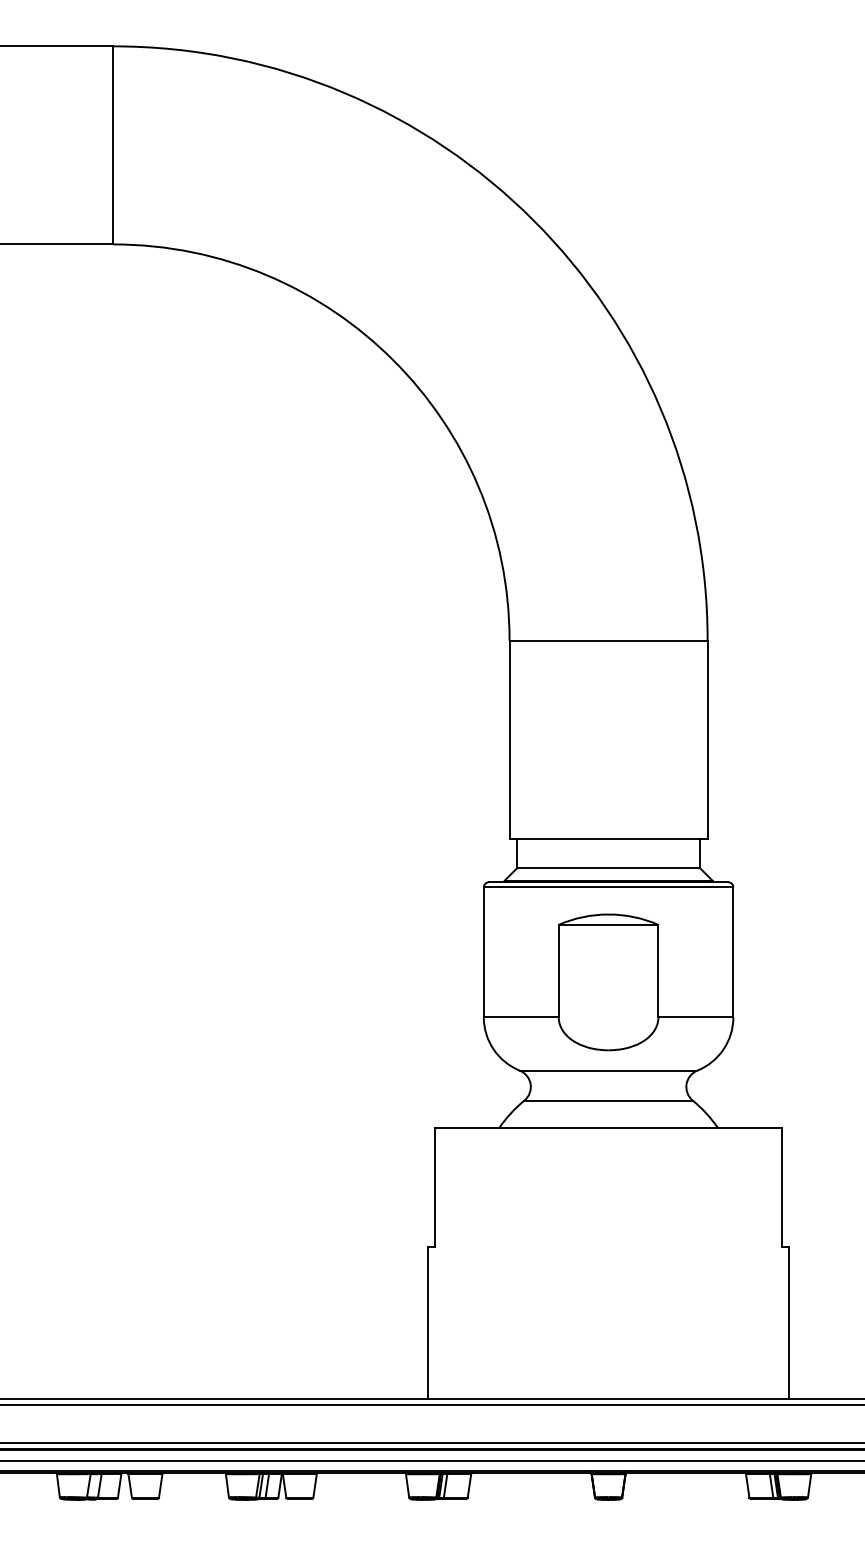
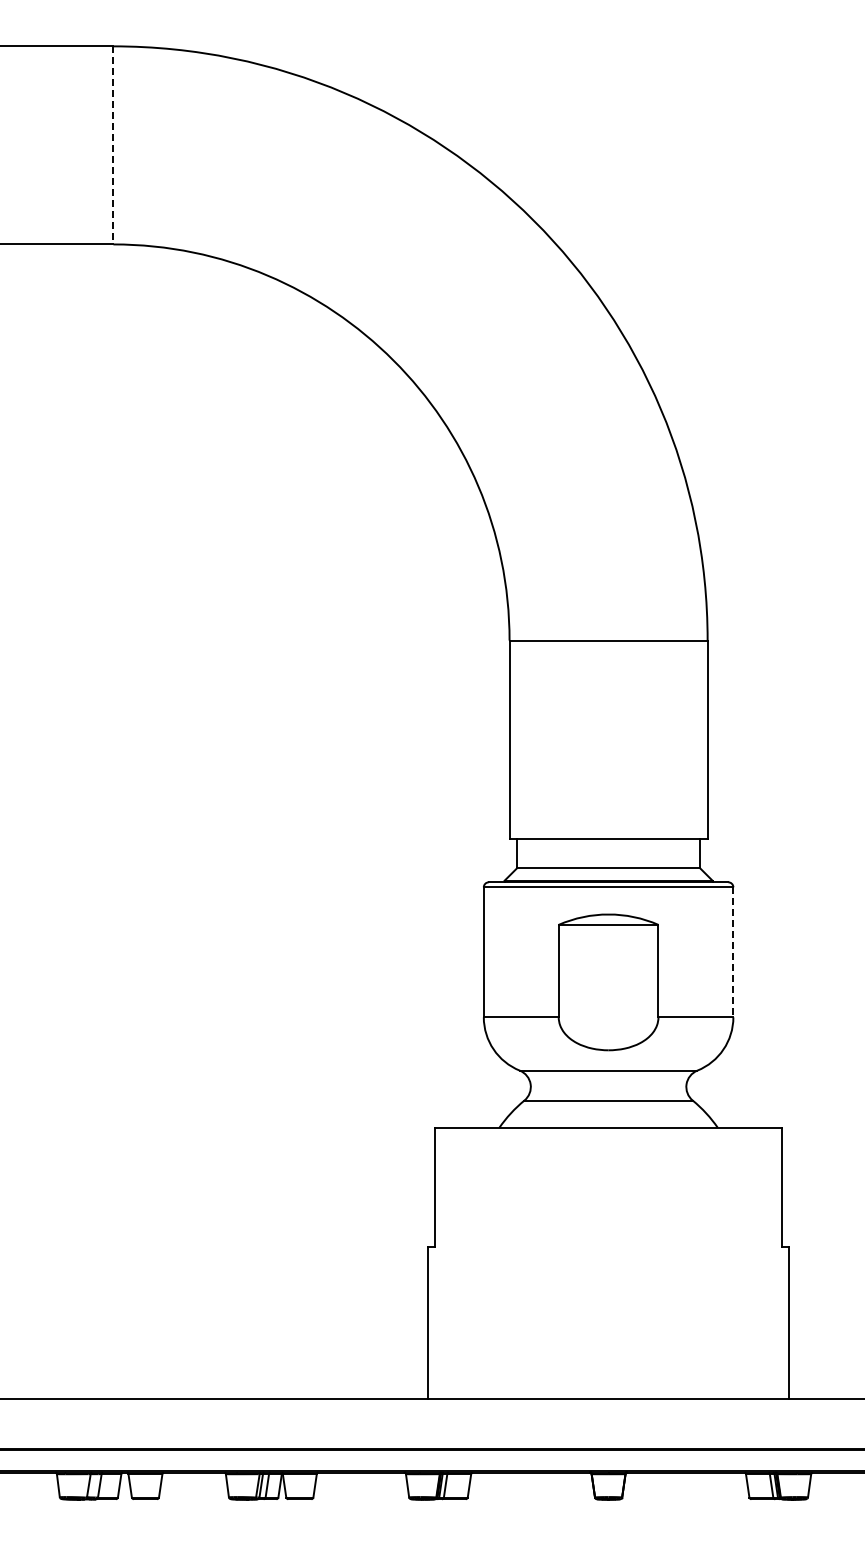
line at (113, 145): solid -> dashed
line at (733, 952): solid -> dashed
line at (431, 1405): present -> none
line at (431, 1443): present -> none
line at (431, 1460): present -> none
